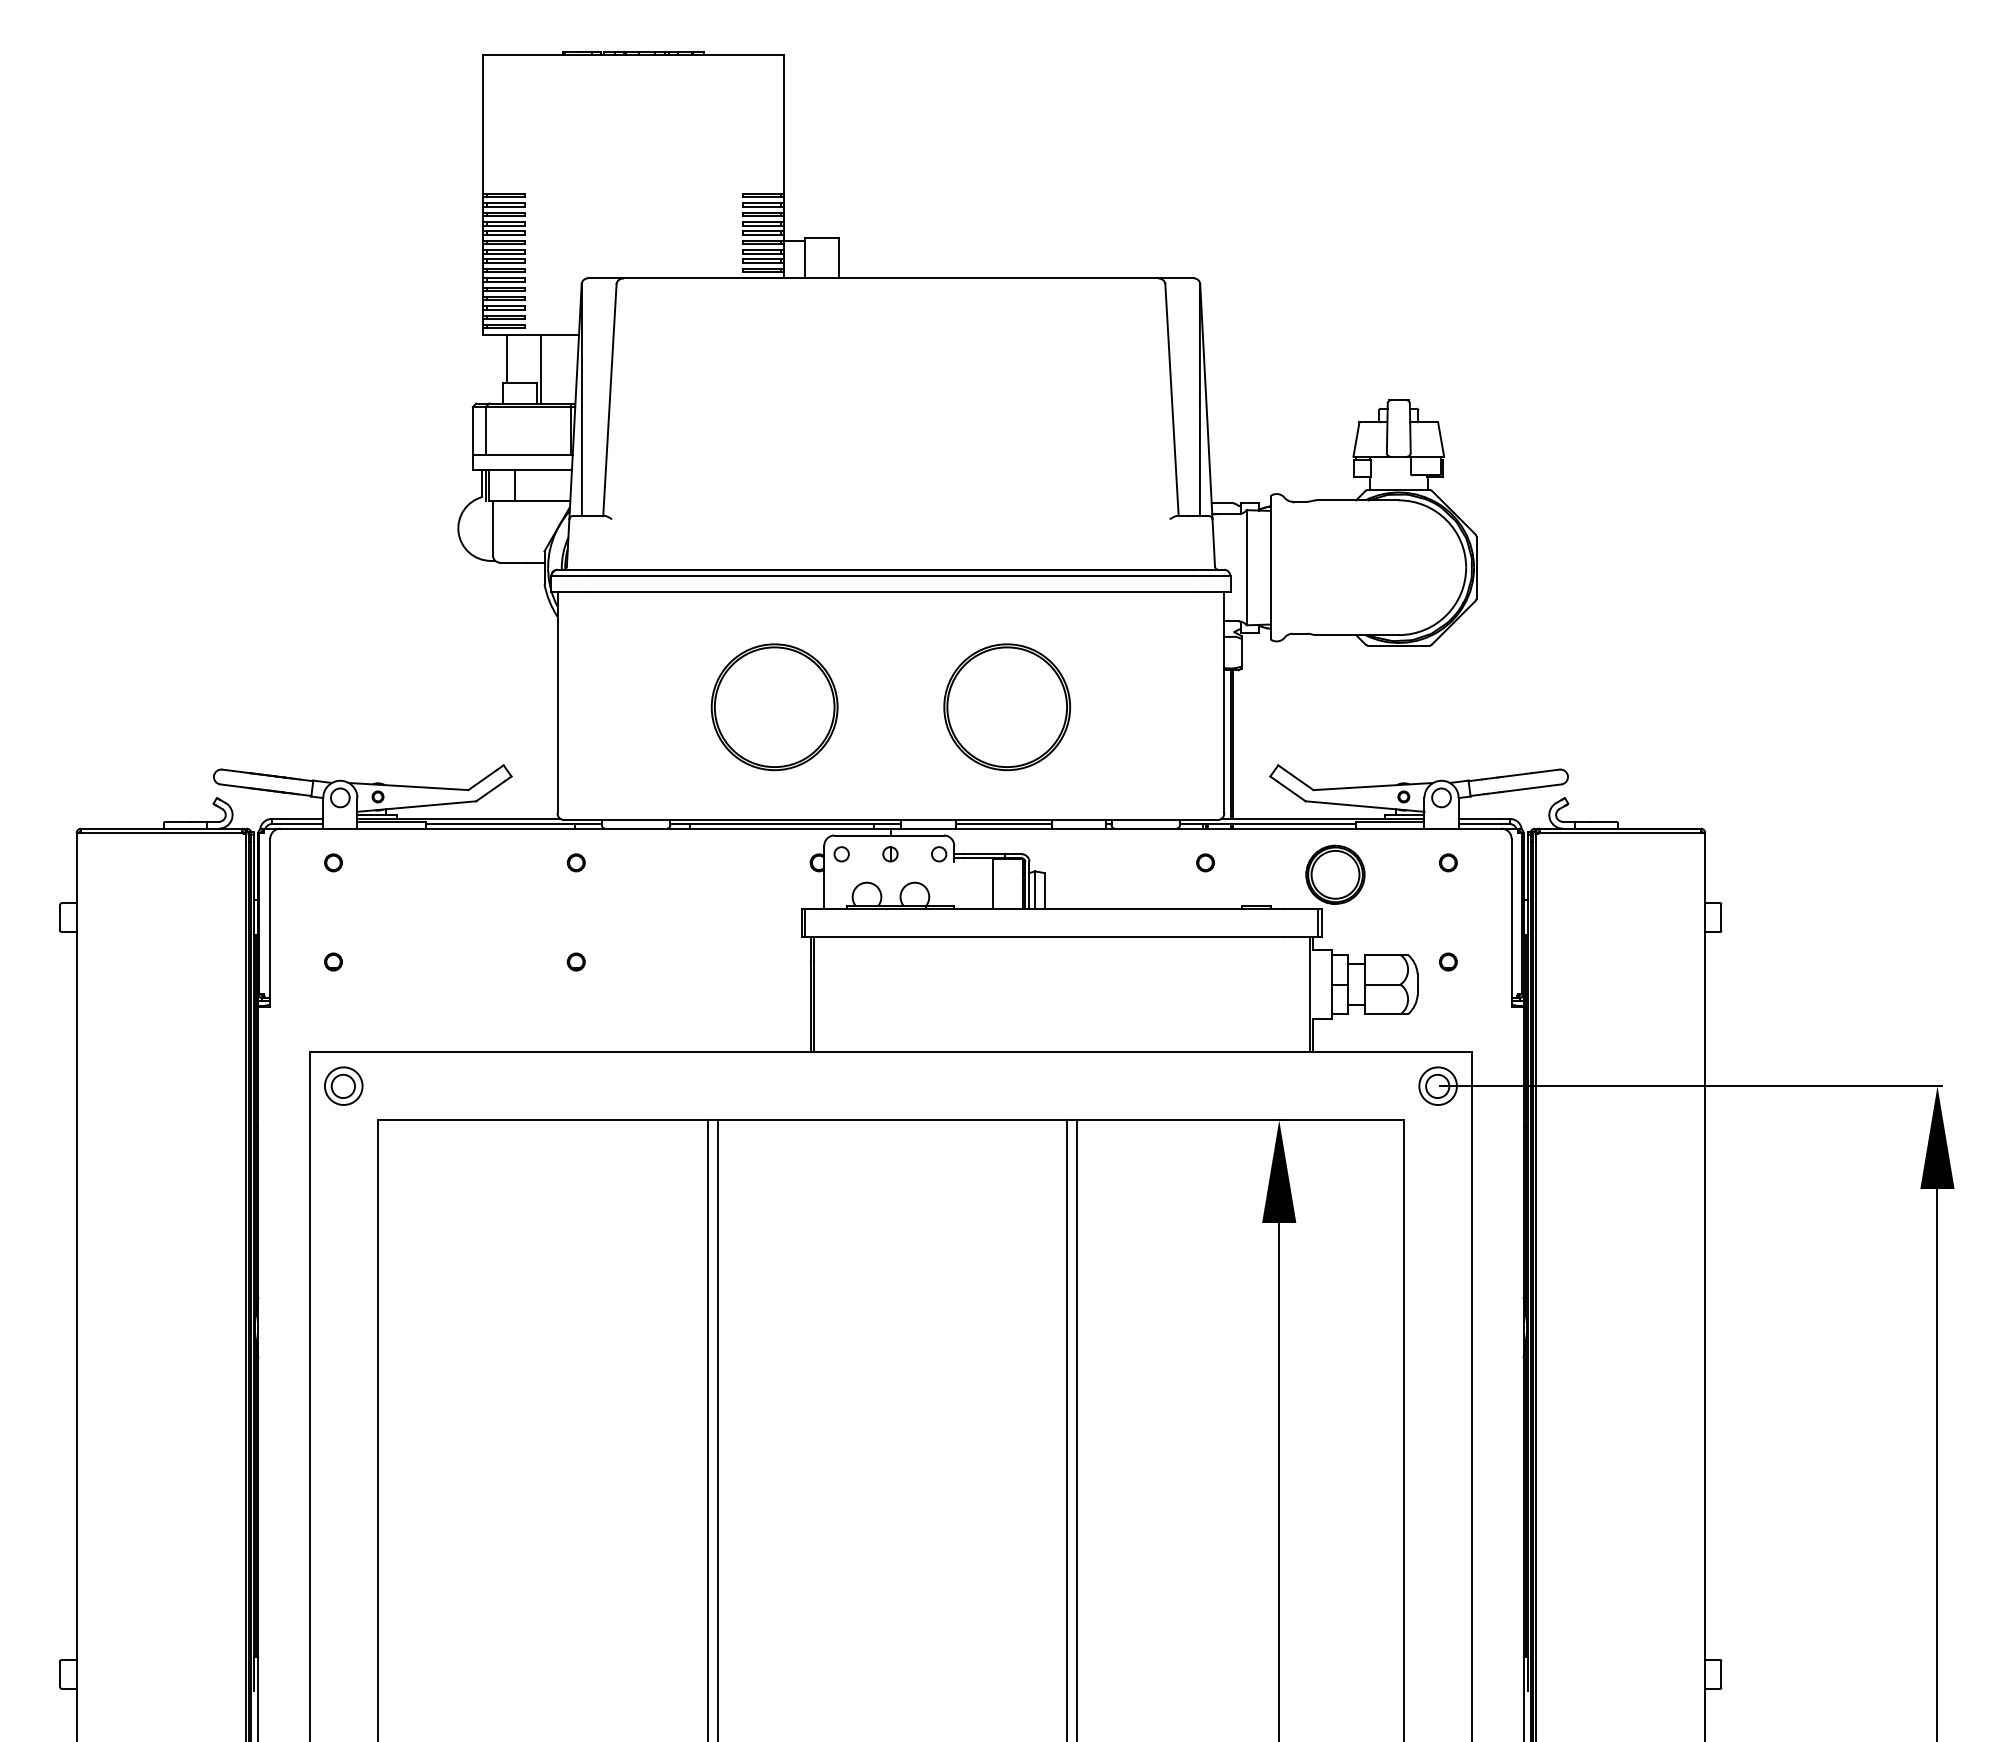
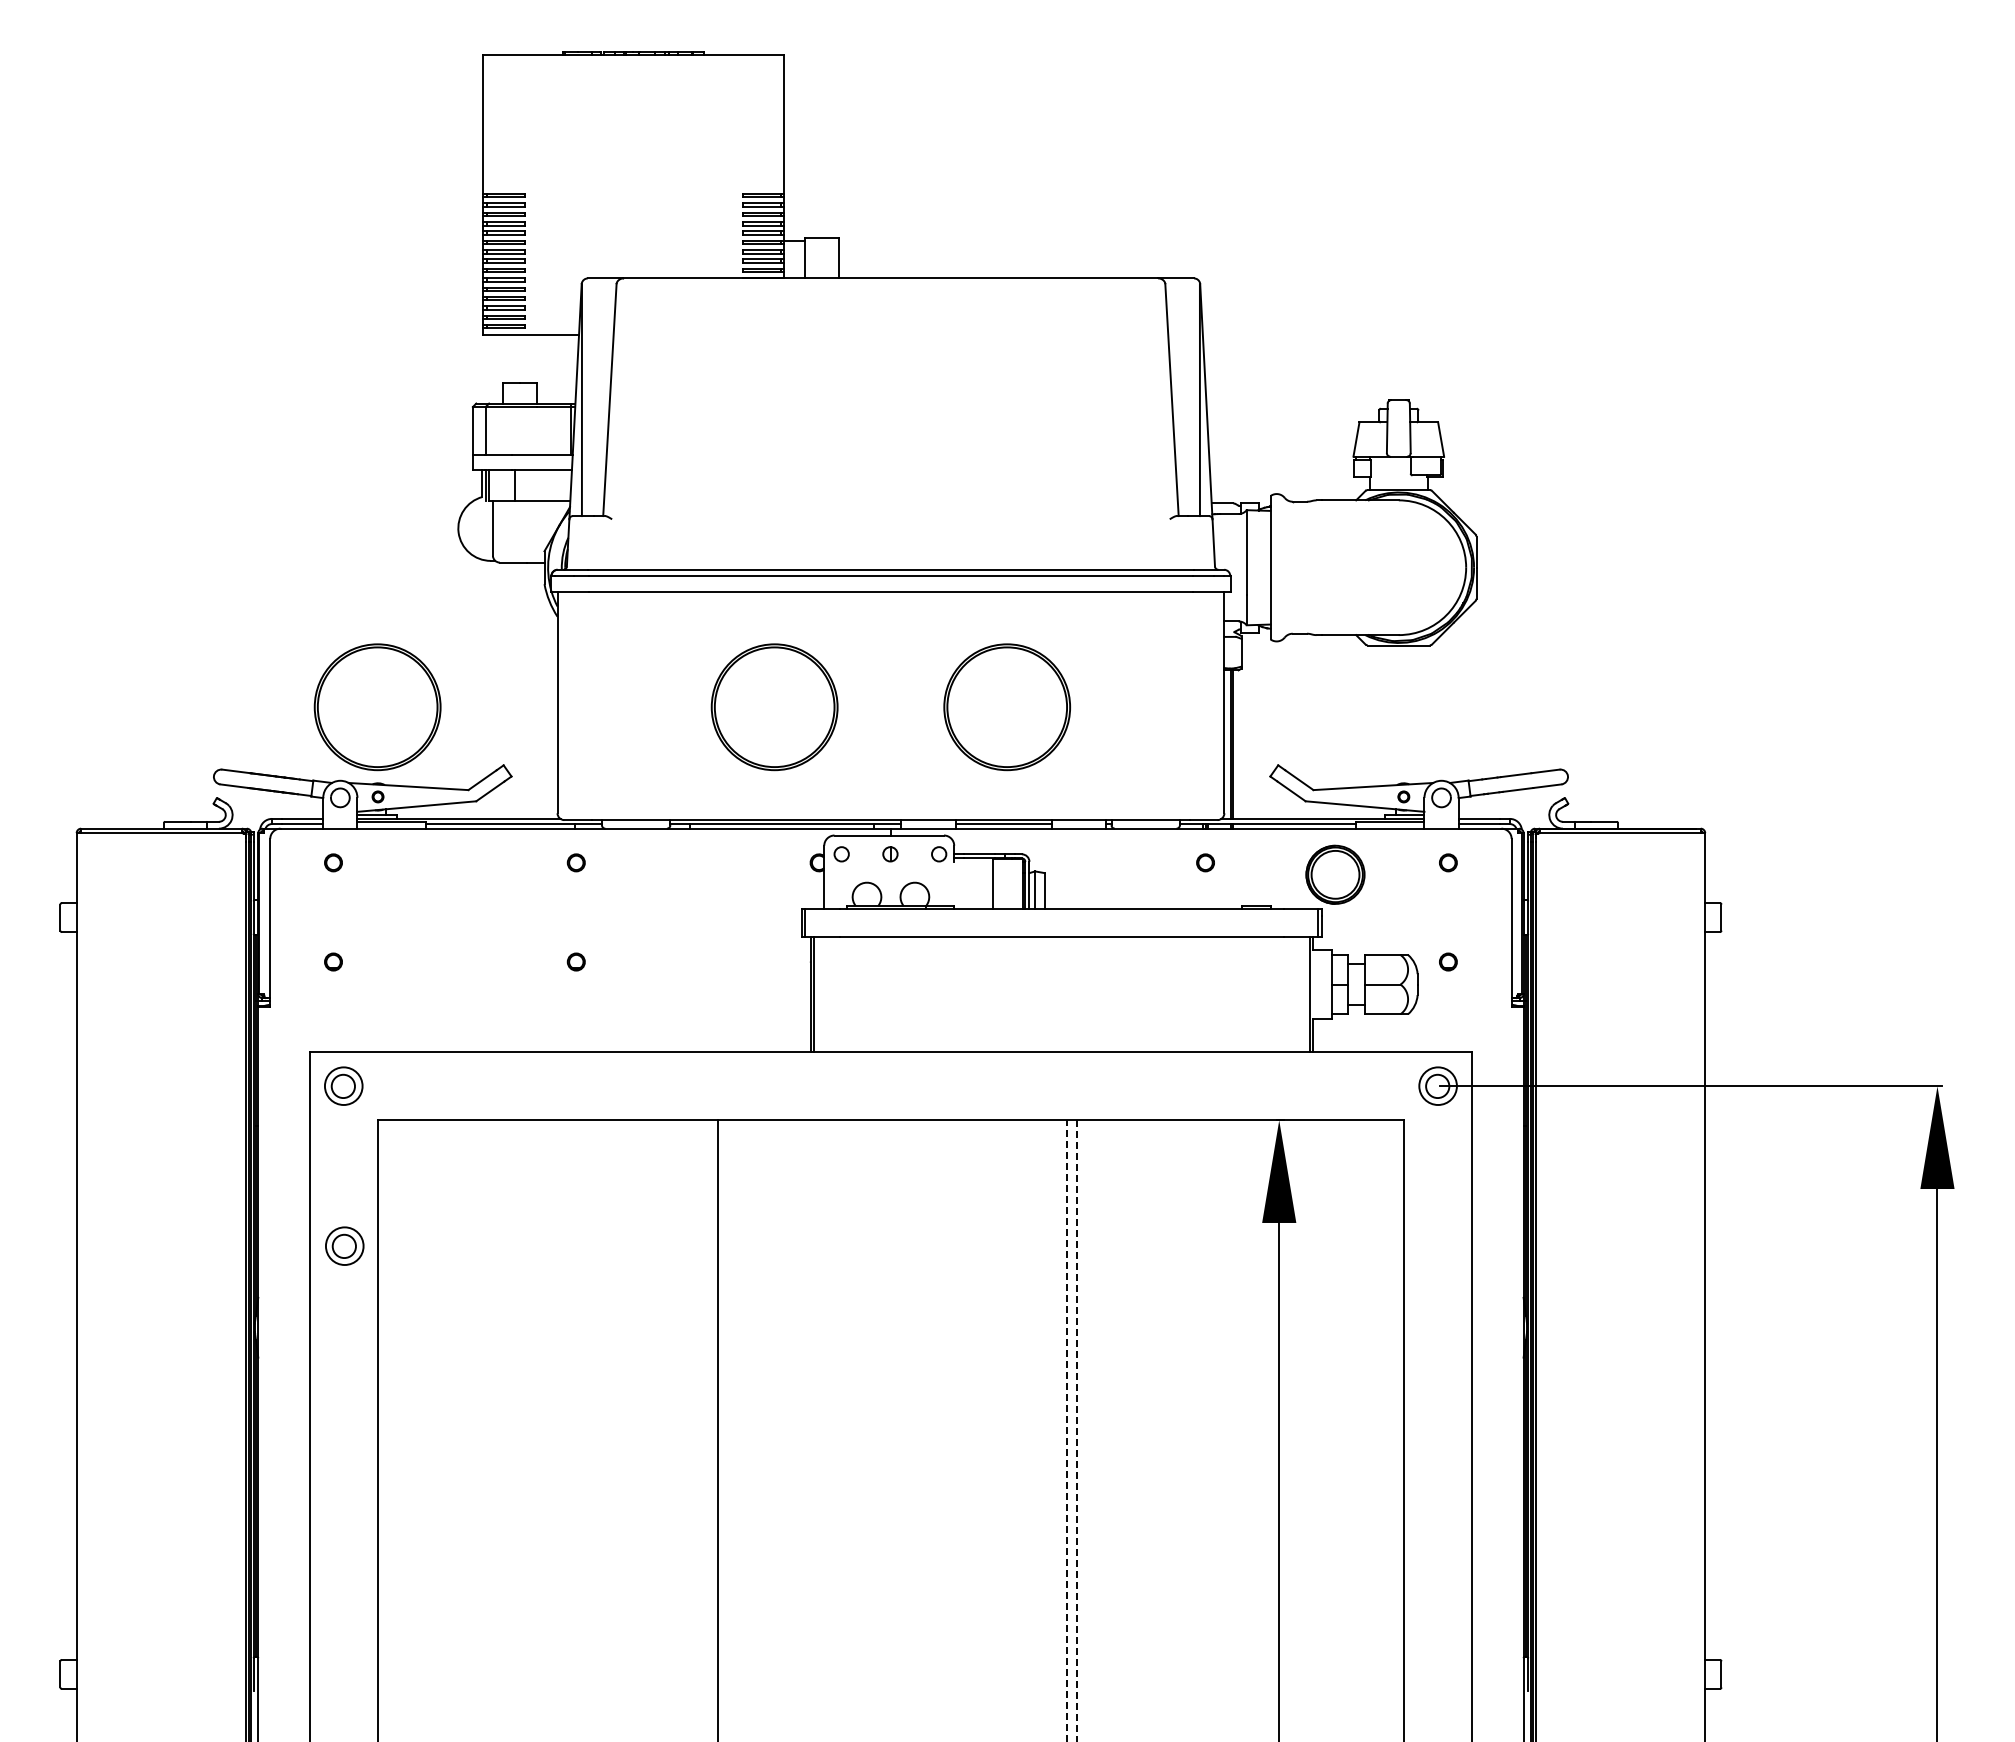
line at (507, 359): present -> none
line at (540, 369): present -> none
part at (377, 707): none -> present
part at (344, 1245): none -> present
line at (707, 1429): present -> none
line at (1066, 1430): solid -> dashed
line at (1077, 1431): solid -> dashed
